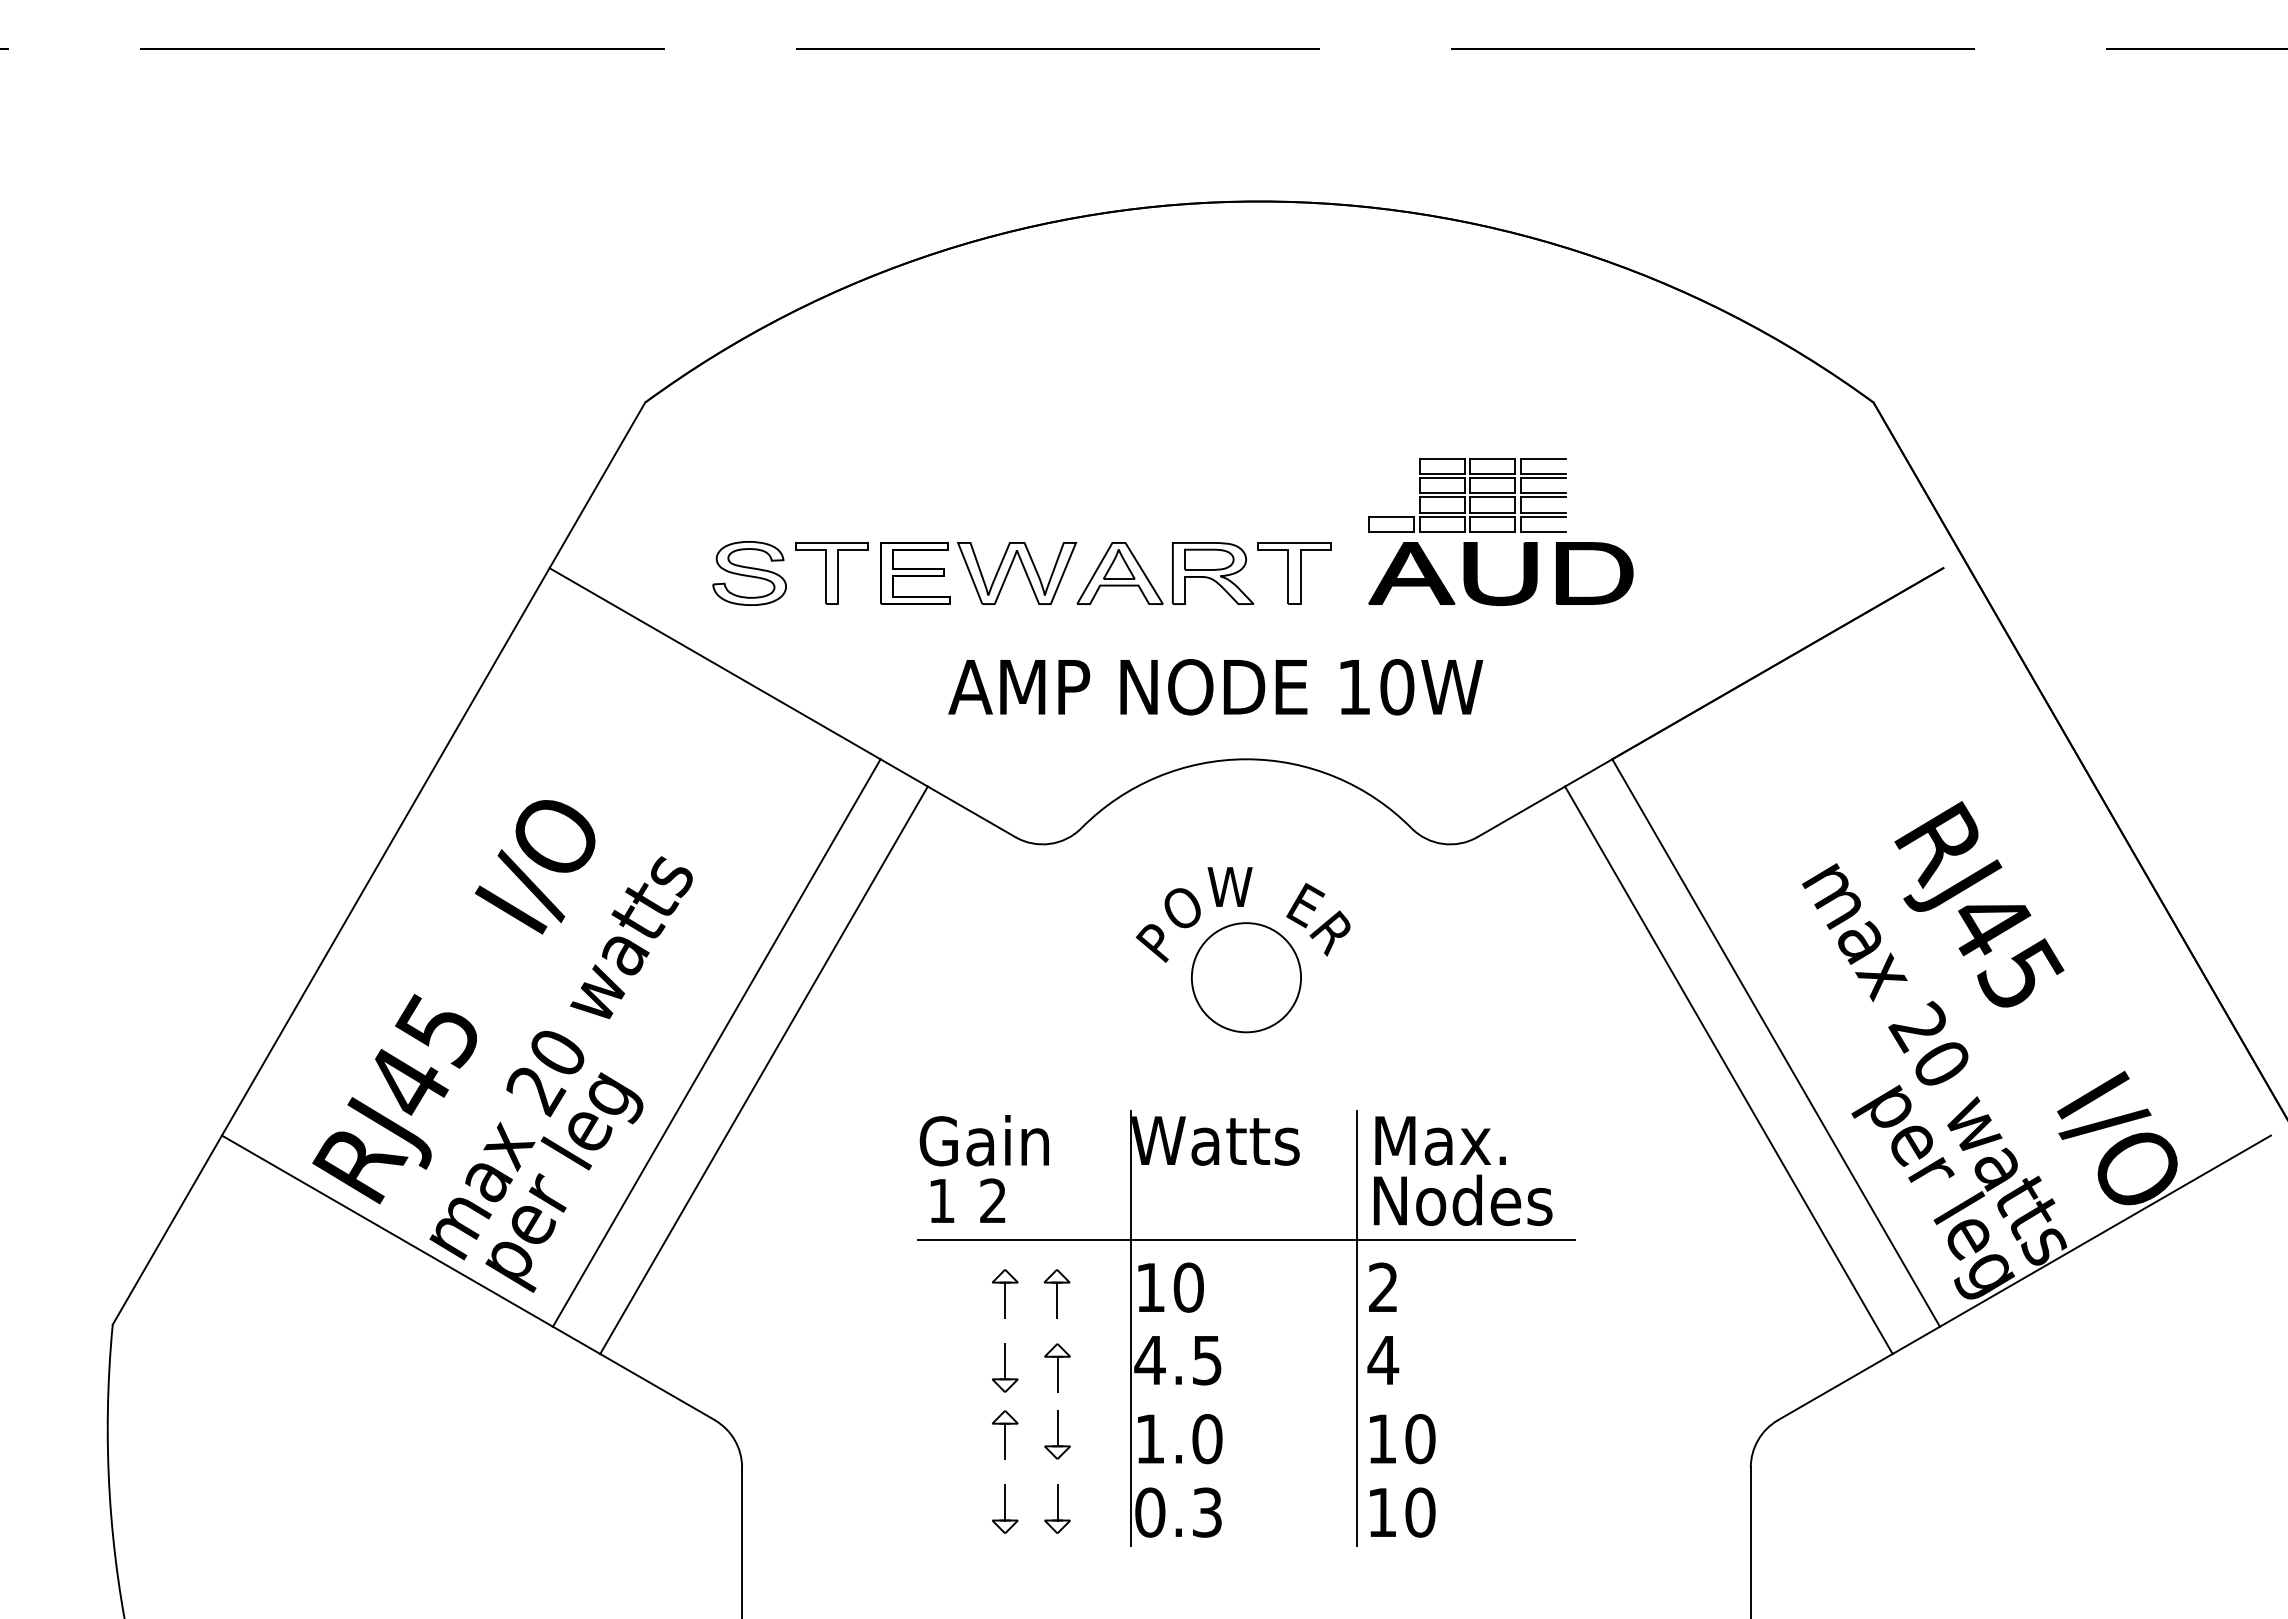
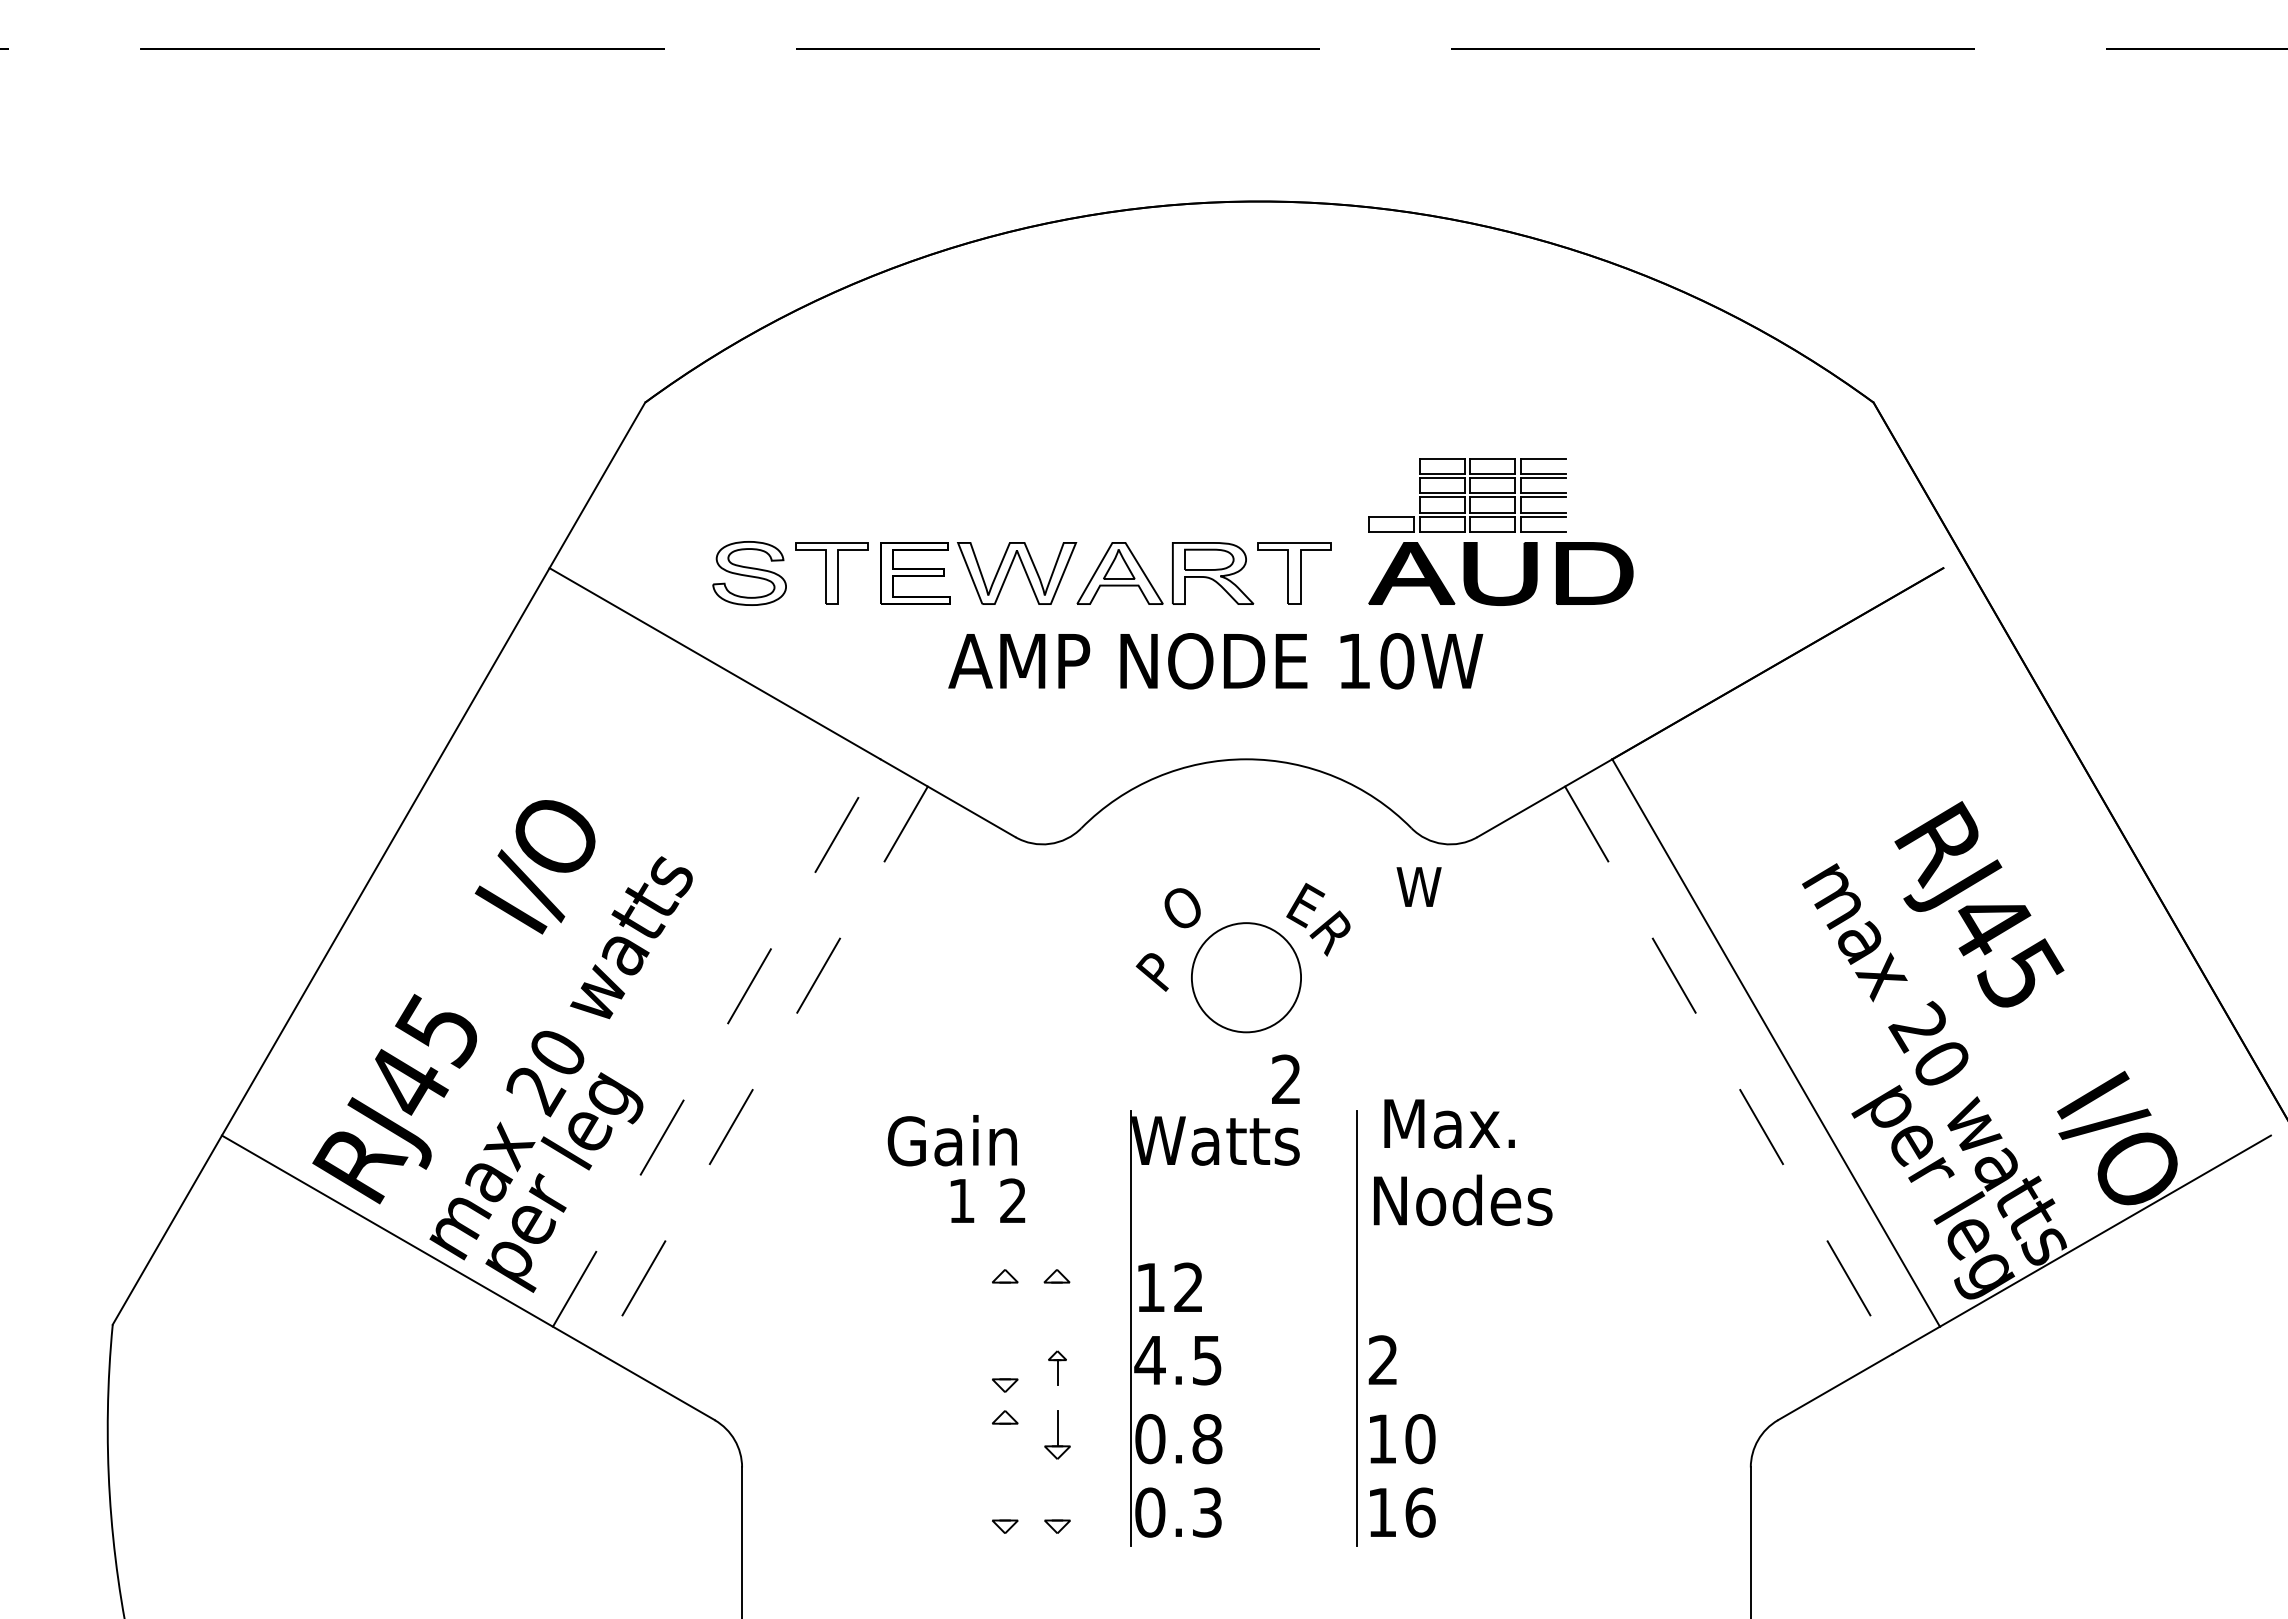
text at (1215, 687) position: (1215, 687) -> (1215, 661)
text at (1229, 886) position: (1229, 886) -> (1418, 886)
text at (1151, 943) position: (1151, 943) -> (1151, 972)
line at (716, 1043): solid -> dashed
line at (764, 1070): solid -> dashed
line at (1728, 1070): solid -> dashed
text at (983, 1140) position: (983, 1140) -> (951, 1140)
text at (1440, 1140) position: (1440, 1140) -> (1449, 1123)
text at (967, 1200) position: (967, 1200) -> (987, 1200)
line at (1246, 1240): present -> none
text at (1382, 1286) position: (1382, 1286) -> (1285, 1078)
text at (1188, 1287): 10 -> 12
line at (1005, 1300): present -> none
line at (1057, 1300): present -> none
text at (1383, 1359): 4 -> 2
line at (1005, 1361): present -> none
part at (1057, 1367) size: 27x50 px -> 19x36 px
text at (1178, 1439): 1.0 -> 0.8
line at (1005, 1441): present -> none
line at (1005, 1502): present -> none
line at (1057, 1502): present -> none
text at (1420, 1512): 10 -> 16
